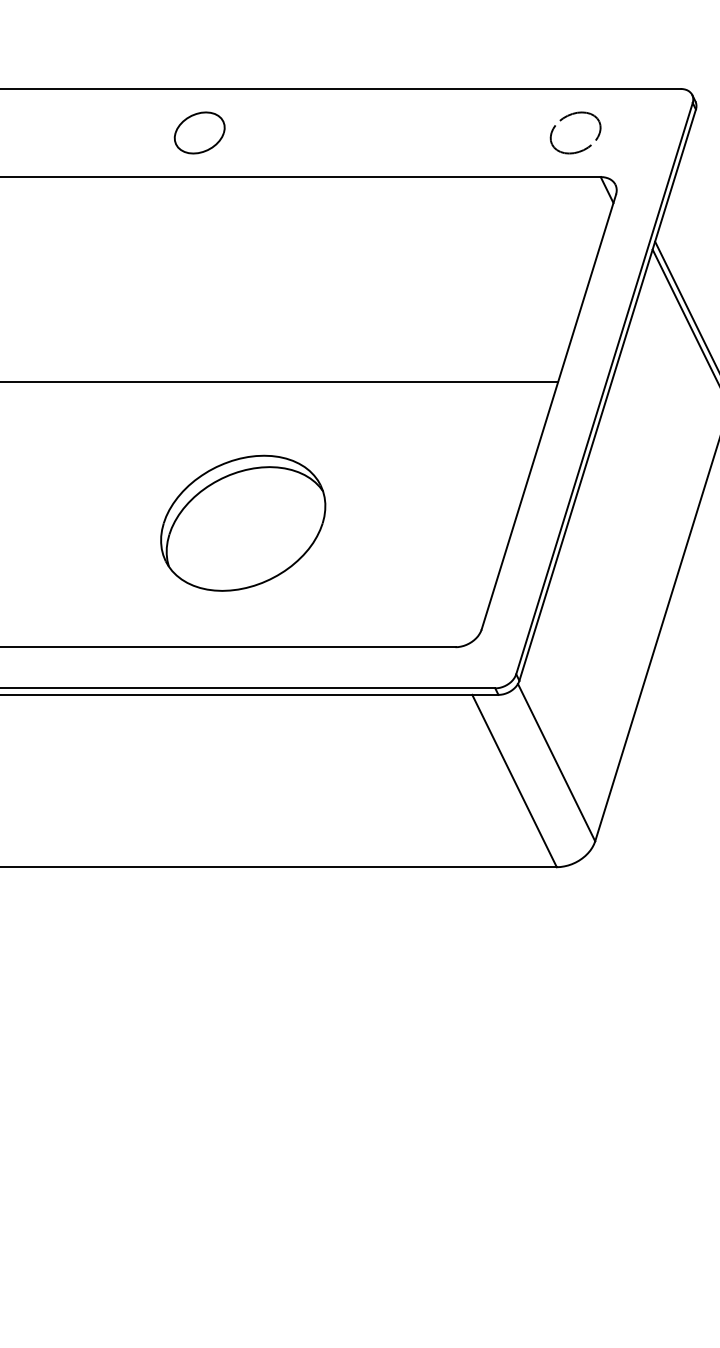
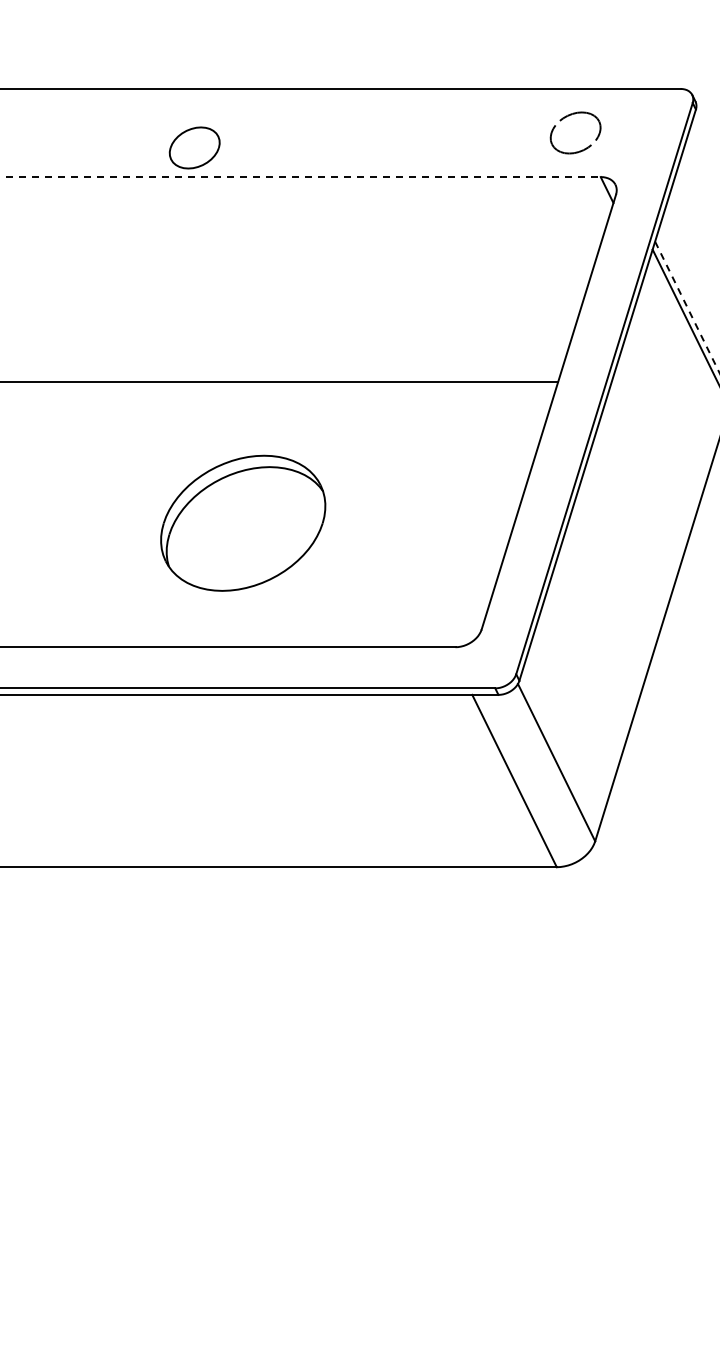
part at (199, 132) position: (199, 132) -> (194, 147)
line at (301, 177): solid -> dashed
line at (687, 307): solid -> dashed
